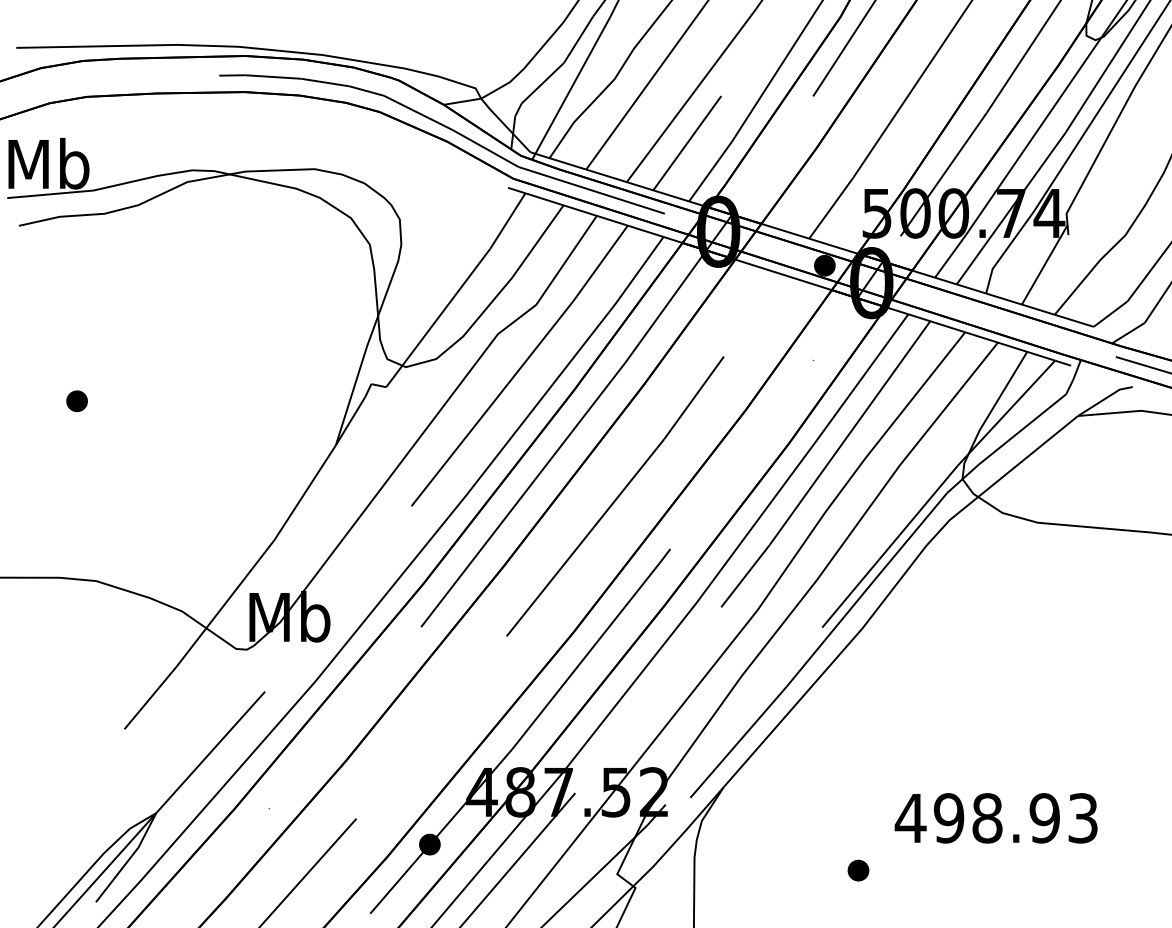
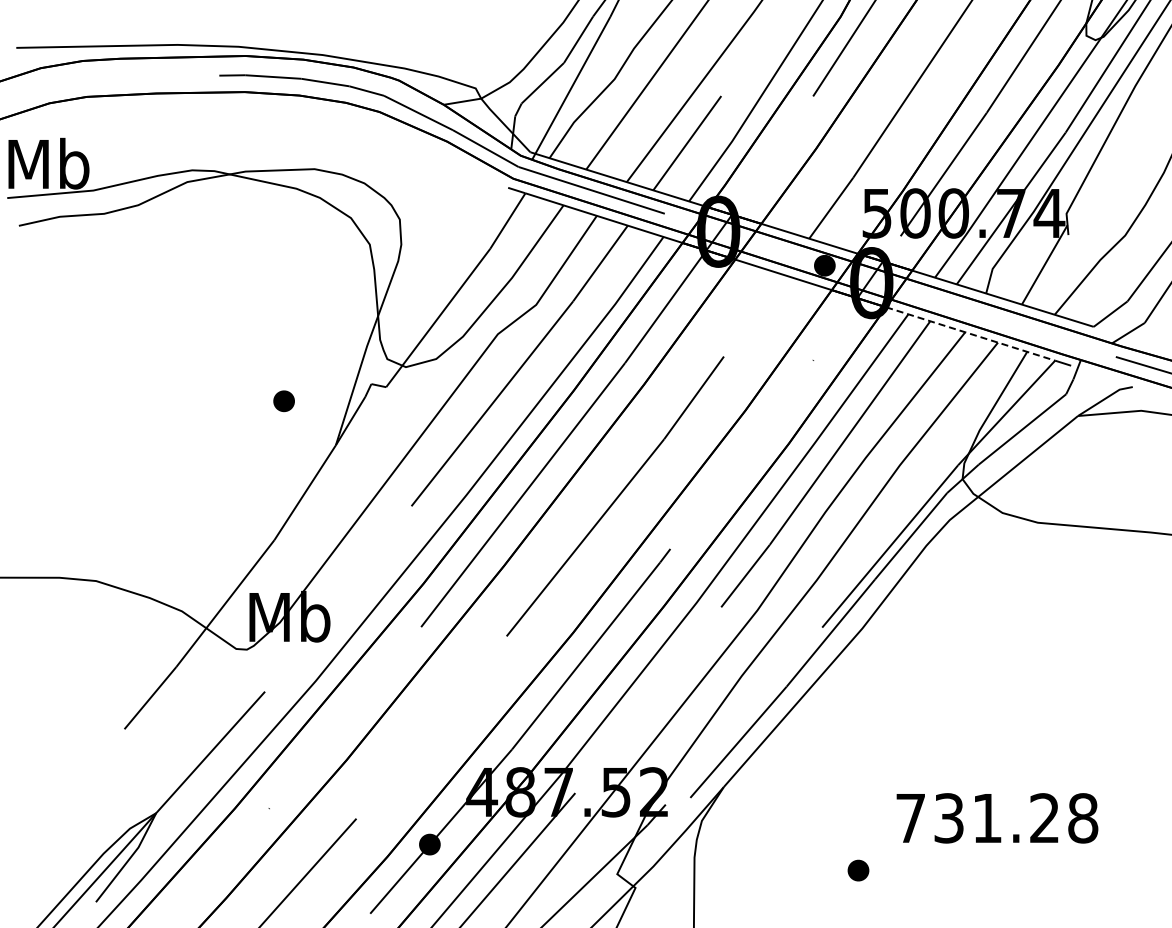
line at (970, 333): solid -> dashed
part at (76, 401) position: (76, 401) -> (283, 401)
text at (996, 818): 498.93 -> 731.28
